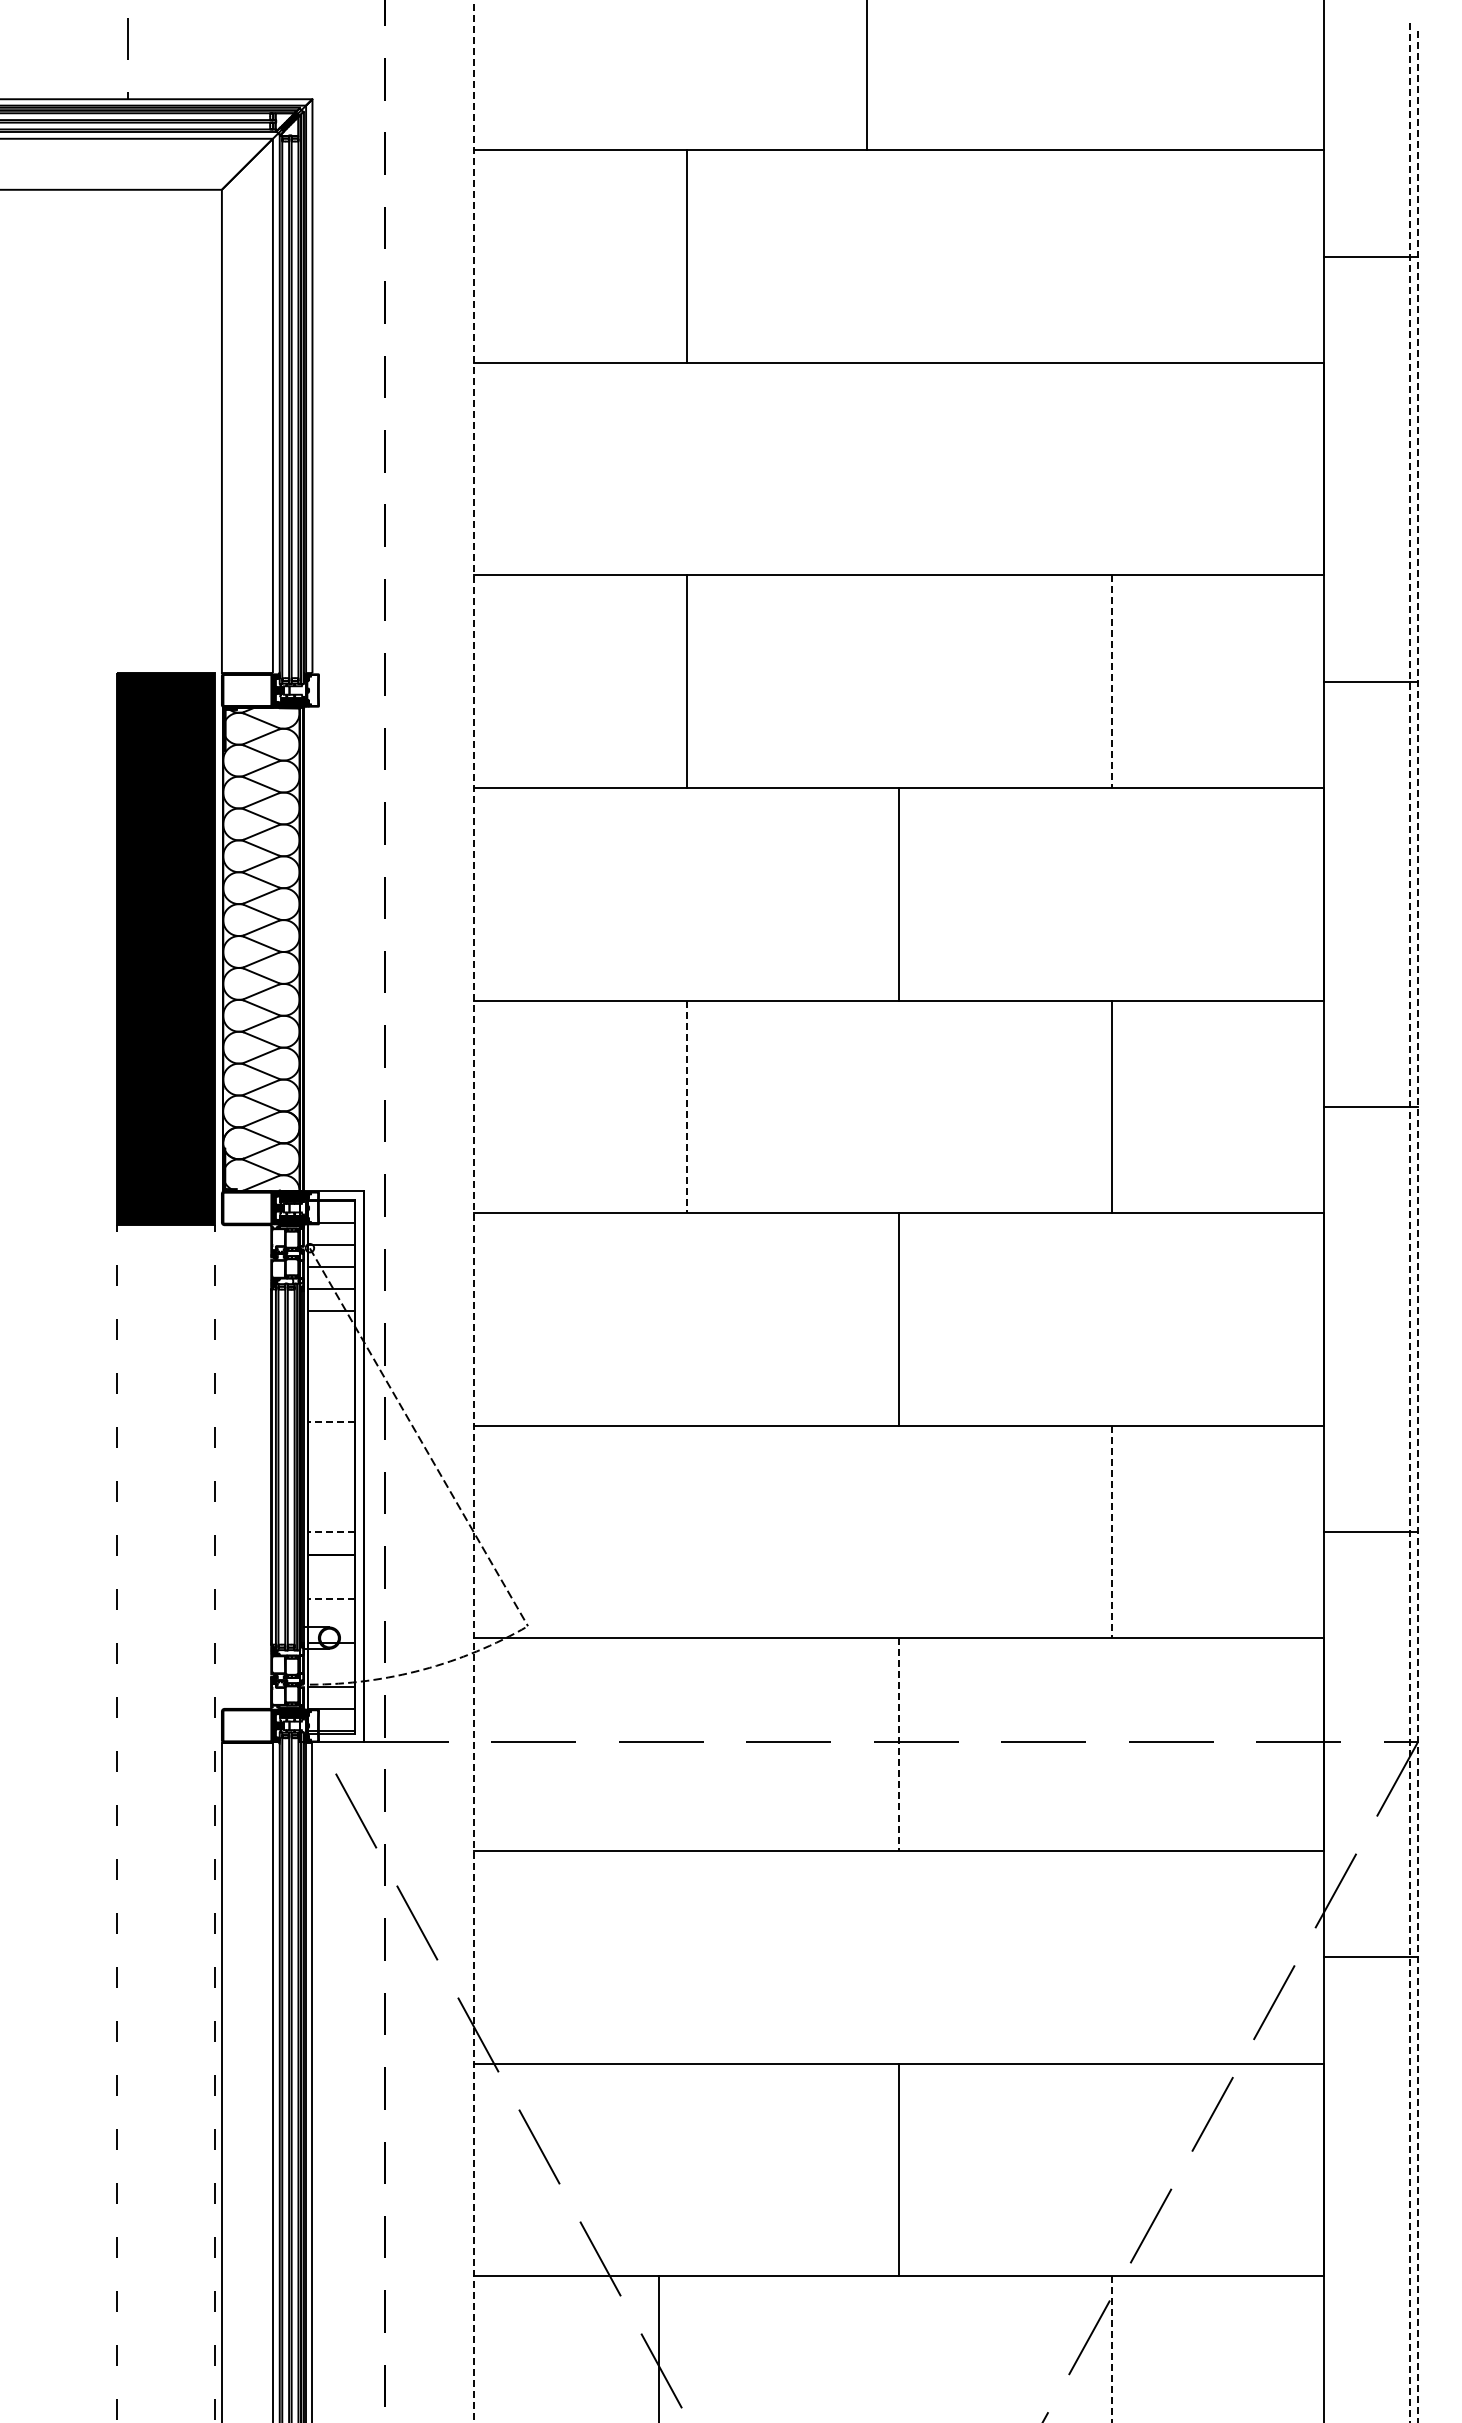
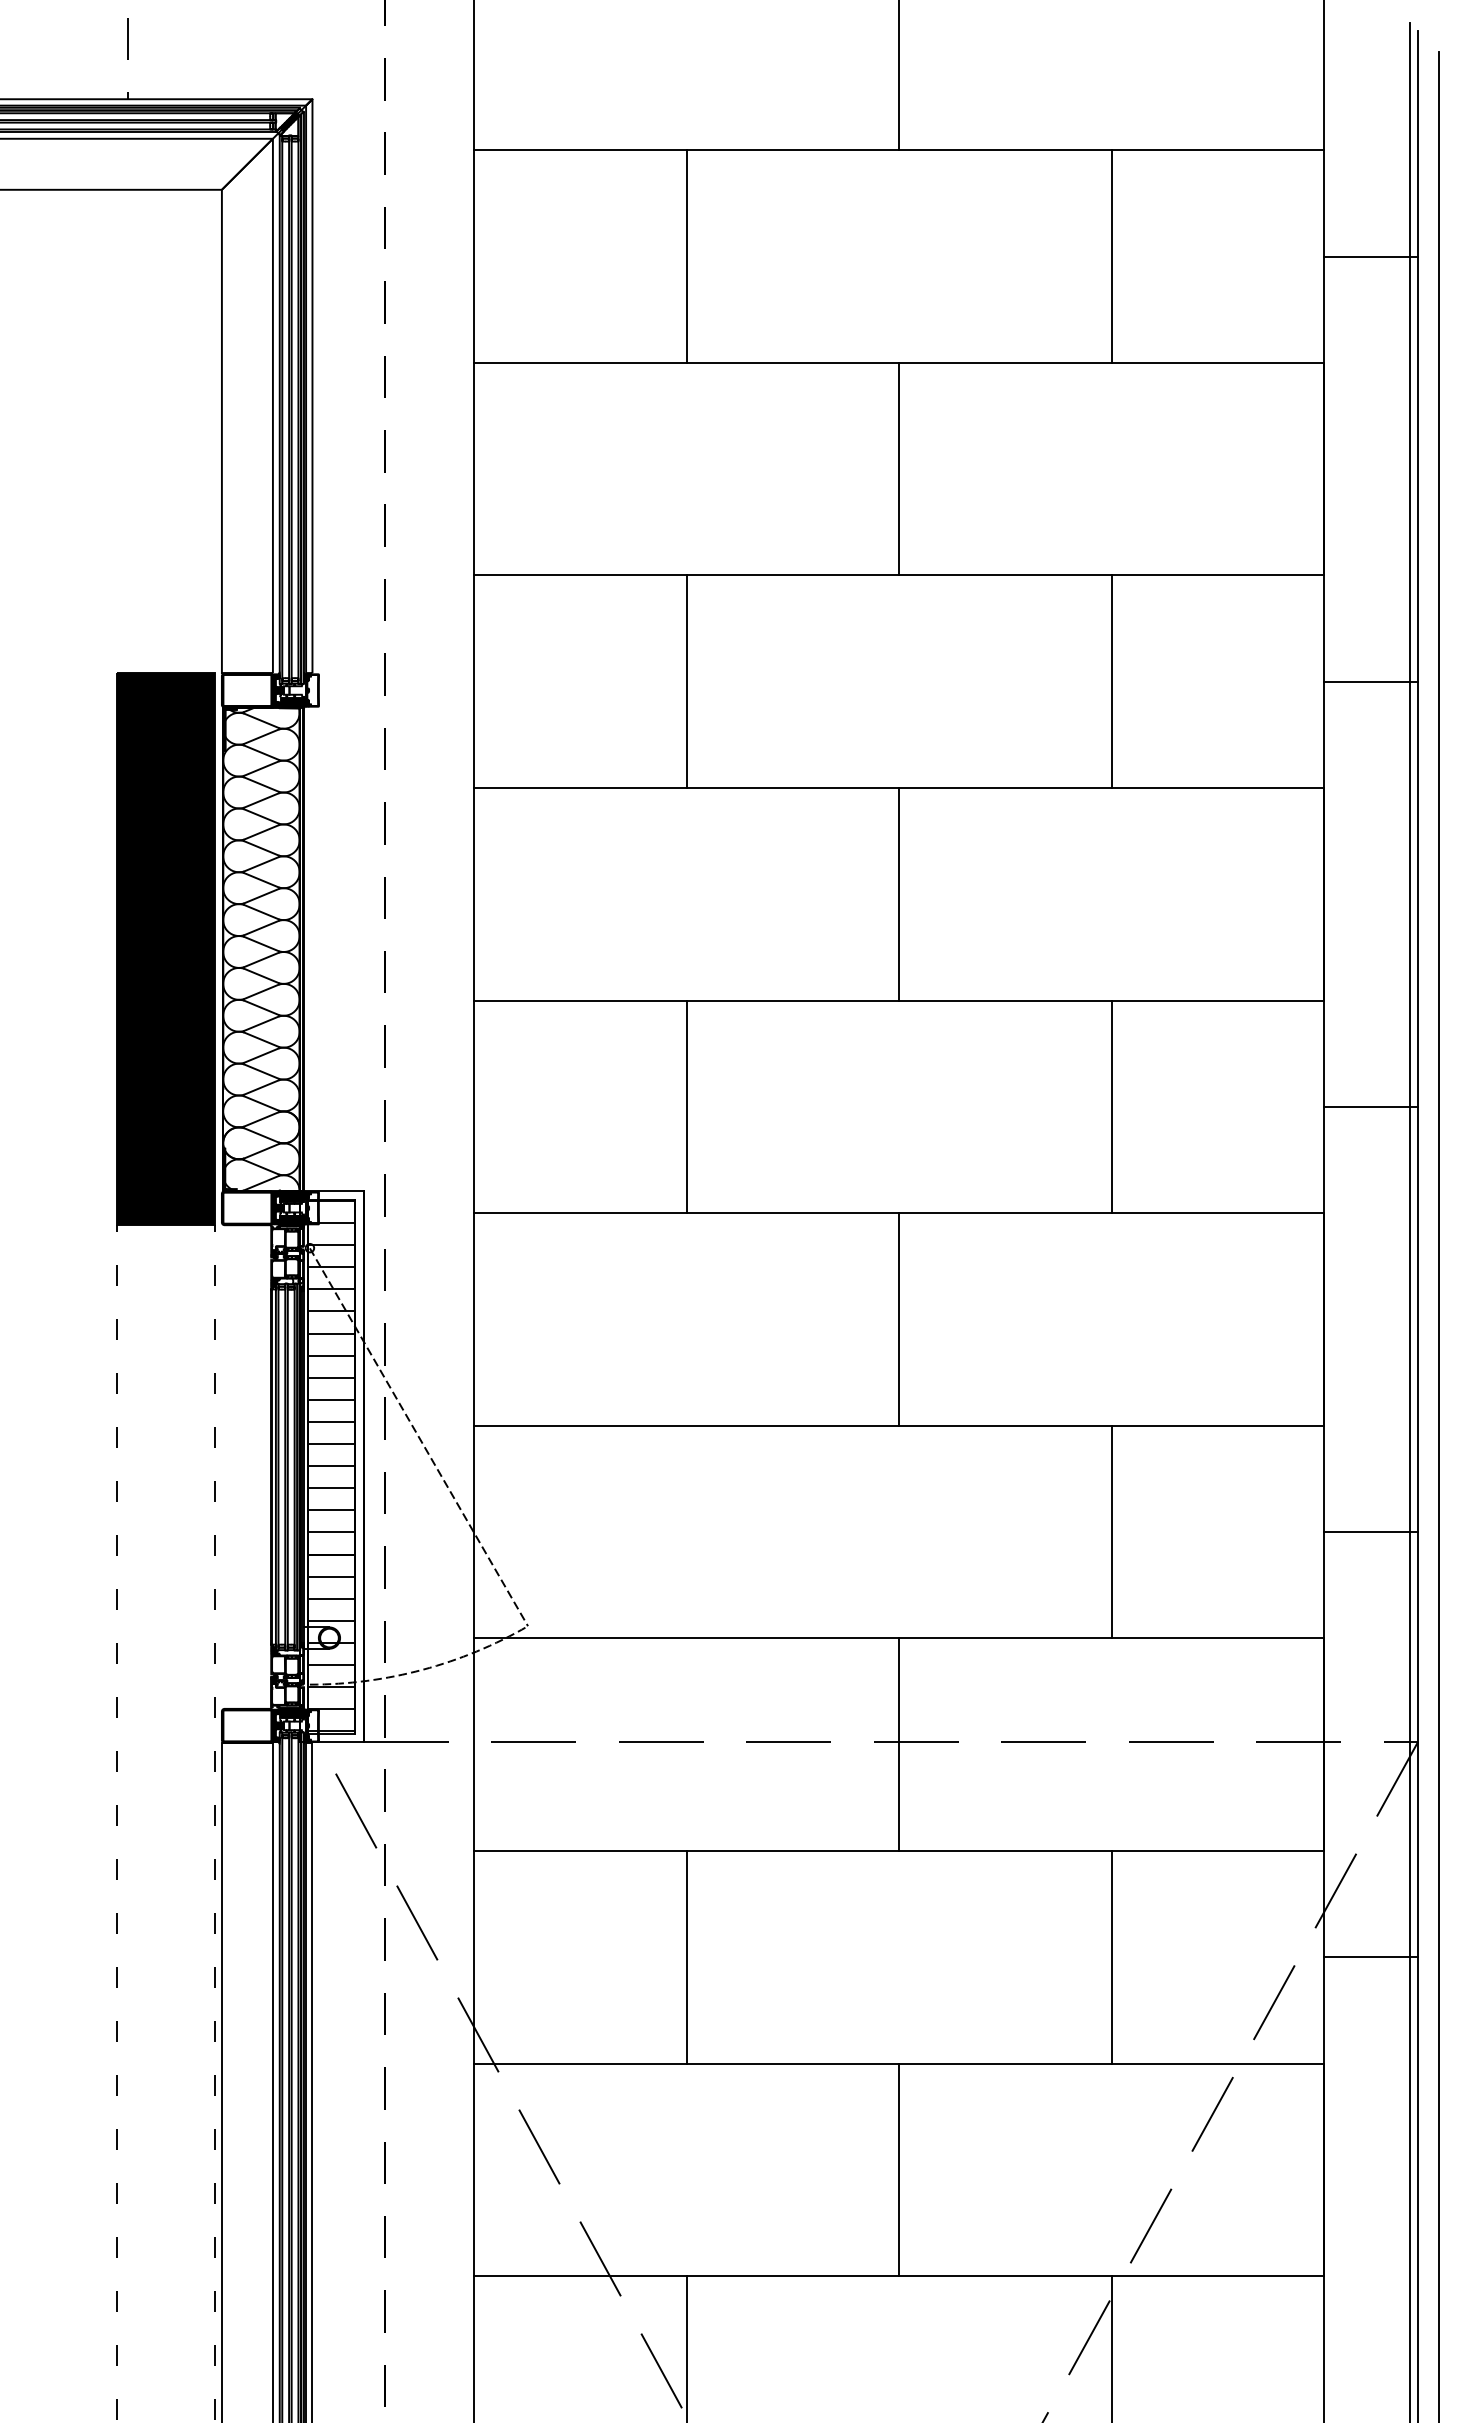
line at (867, 76) position: (867, 76) -> (899, 76)
line at (1111, 256): none -> present
line at (899, 468): none -> present
line at (1111, 682): dashed -> solid
line at (686, 1107): dashed -> solid
line at (474, 1211): dashed -> solid
line at (1409, 1222): dashed -> solid
line at (1418, 1226): dashed -> solid
line at (1439, 1235): none -> present
line at (331, 1333): none -> present
line at (331, 1355): none -> present
line at (331, 1377): none -> present
line at (331, 1399): none -> present
line at (331, 1421): dashed -> solid
line at (331, 1444): none -> present
line at (331, 1466): none -> present
line at (331, 1488): none -> present
line at (331, 1510): none -> present
line at (331, 1532): dashed -> solid
line at (1111, 1532): dashed -> solid
line at (331, 1576): none -> present
line at (331, 1598): dashed -> solid
line at (331, 1620): none -> present
line at (331, 1665): none -> present
line at (899, 1745): dashed -> solid
line at (686, 1957): none -> present
line at (1111, 1957): none -> present
line at (658, 2347) position: (658, 2347) -> (686, 2347)
line at (1111, 2349): dashed -> solid
